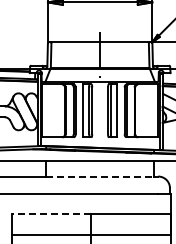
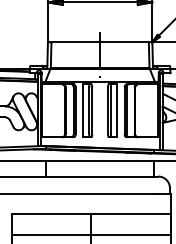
line at (100, 176): dashed -> solid
line at (51, 214): dashed -> solid
